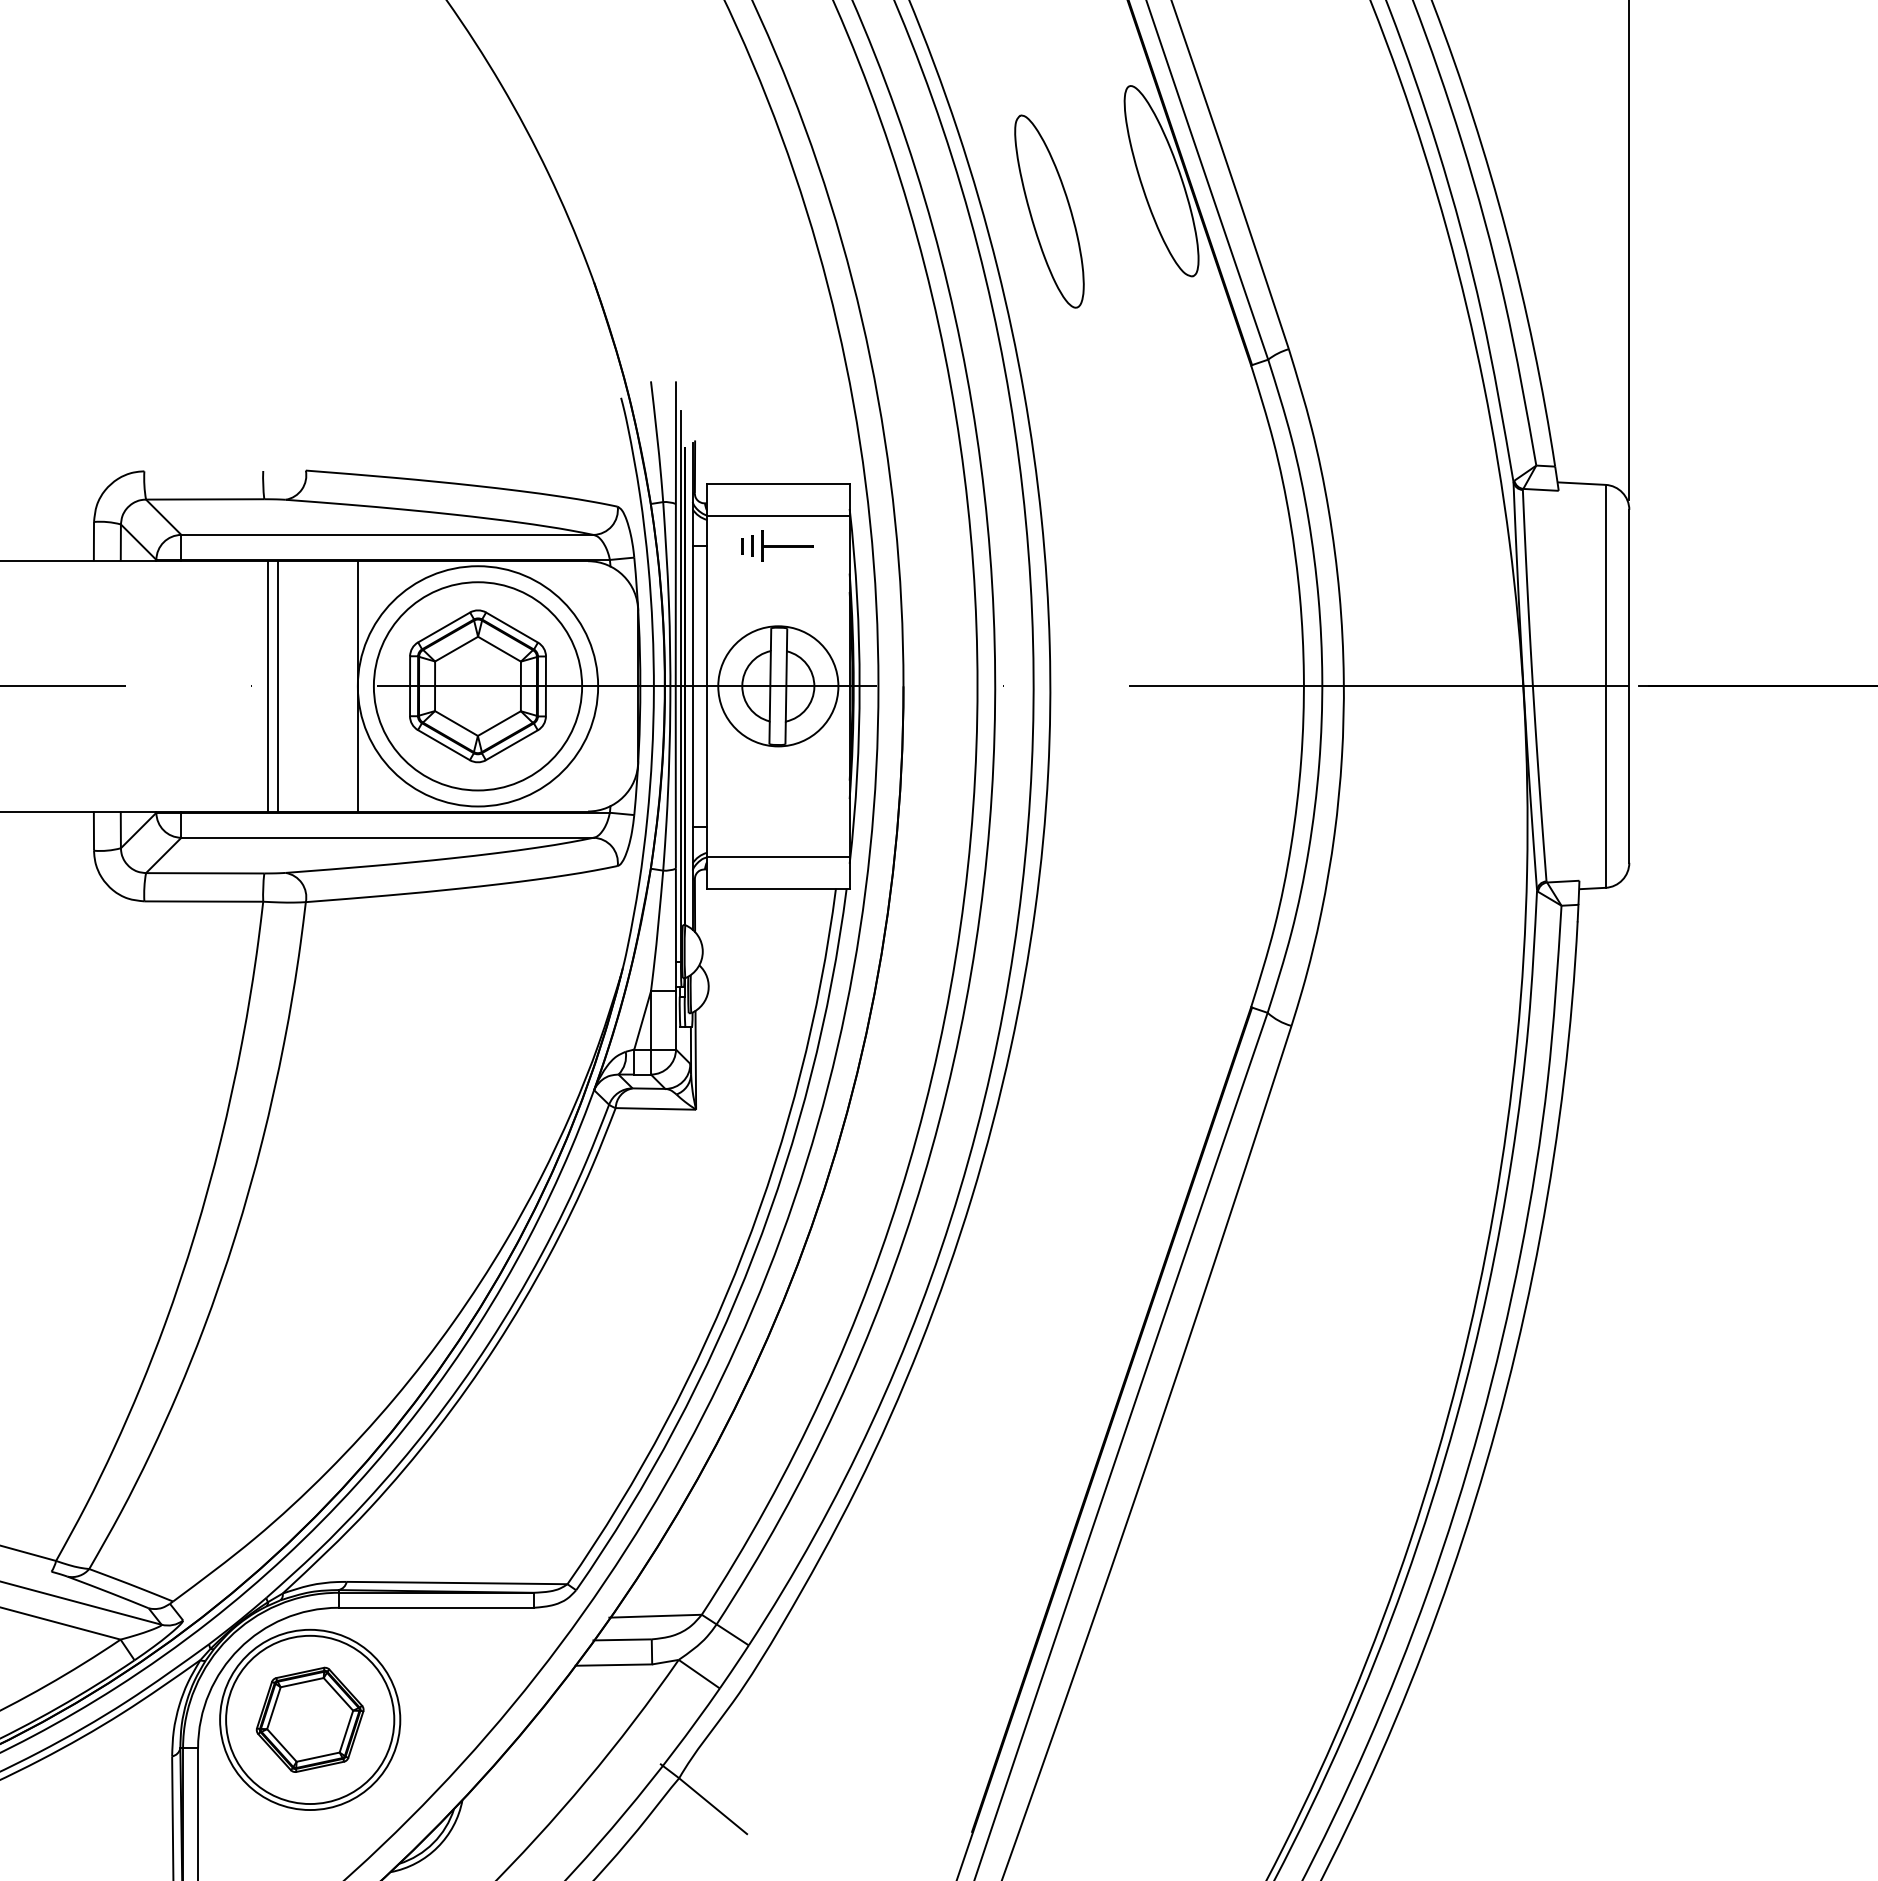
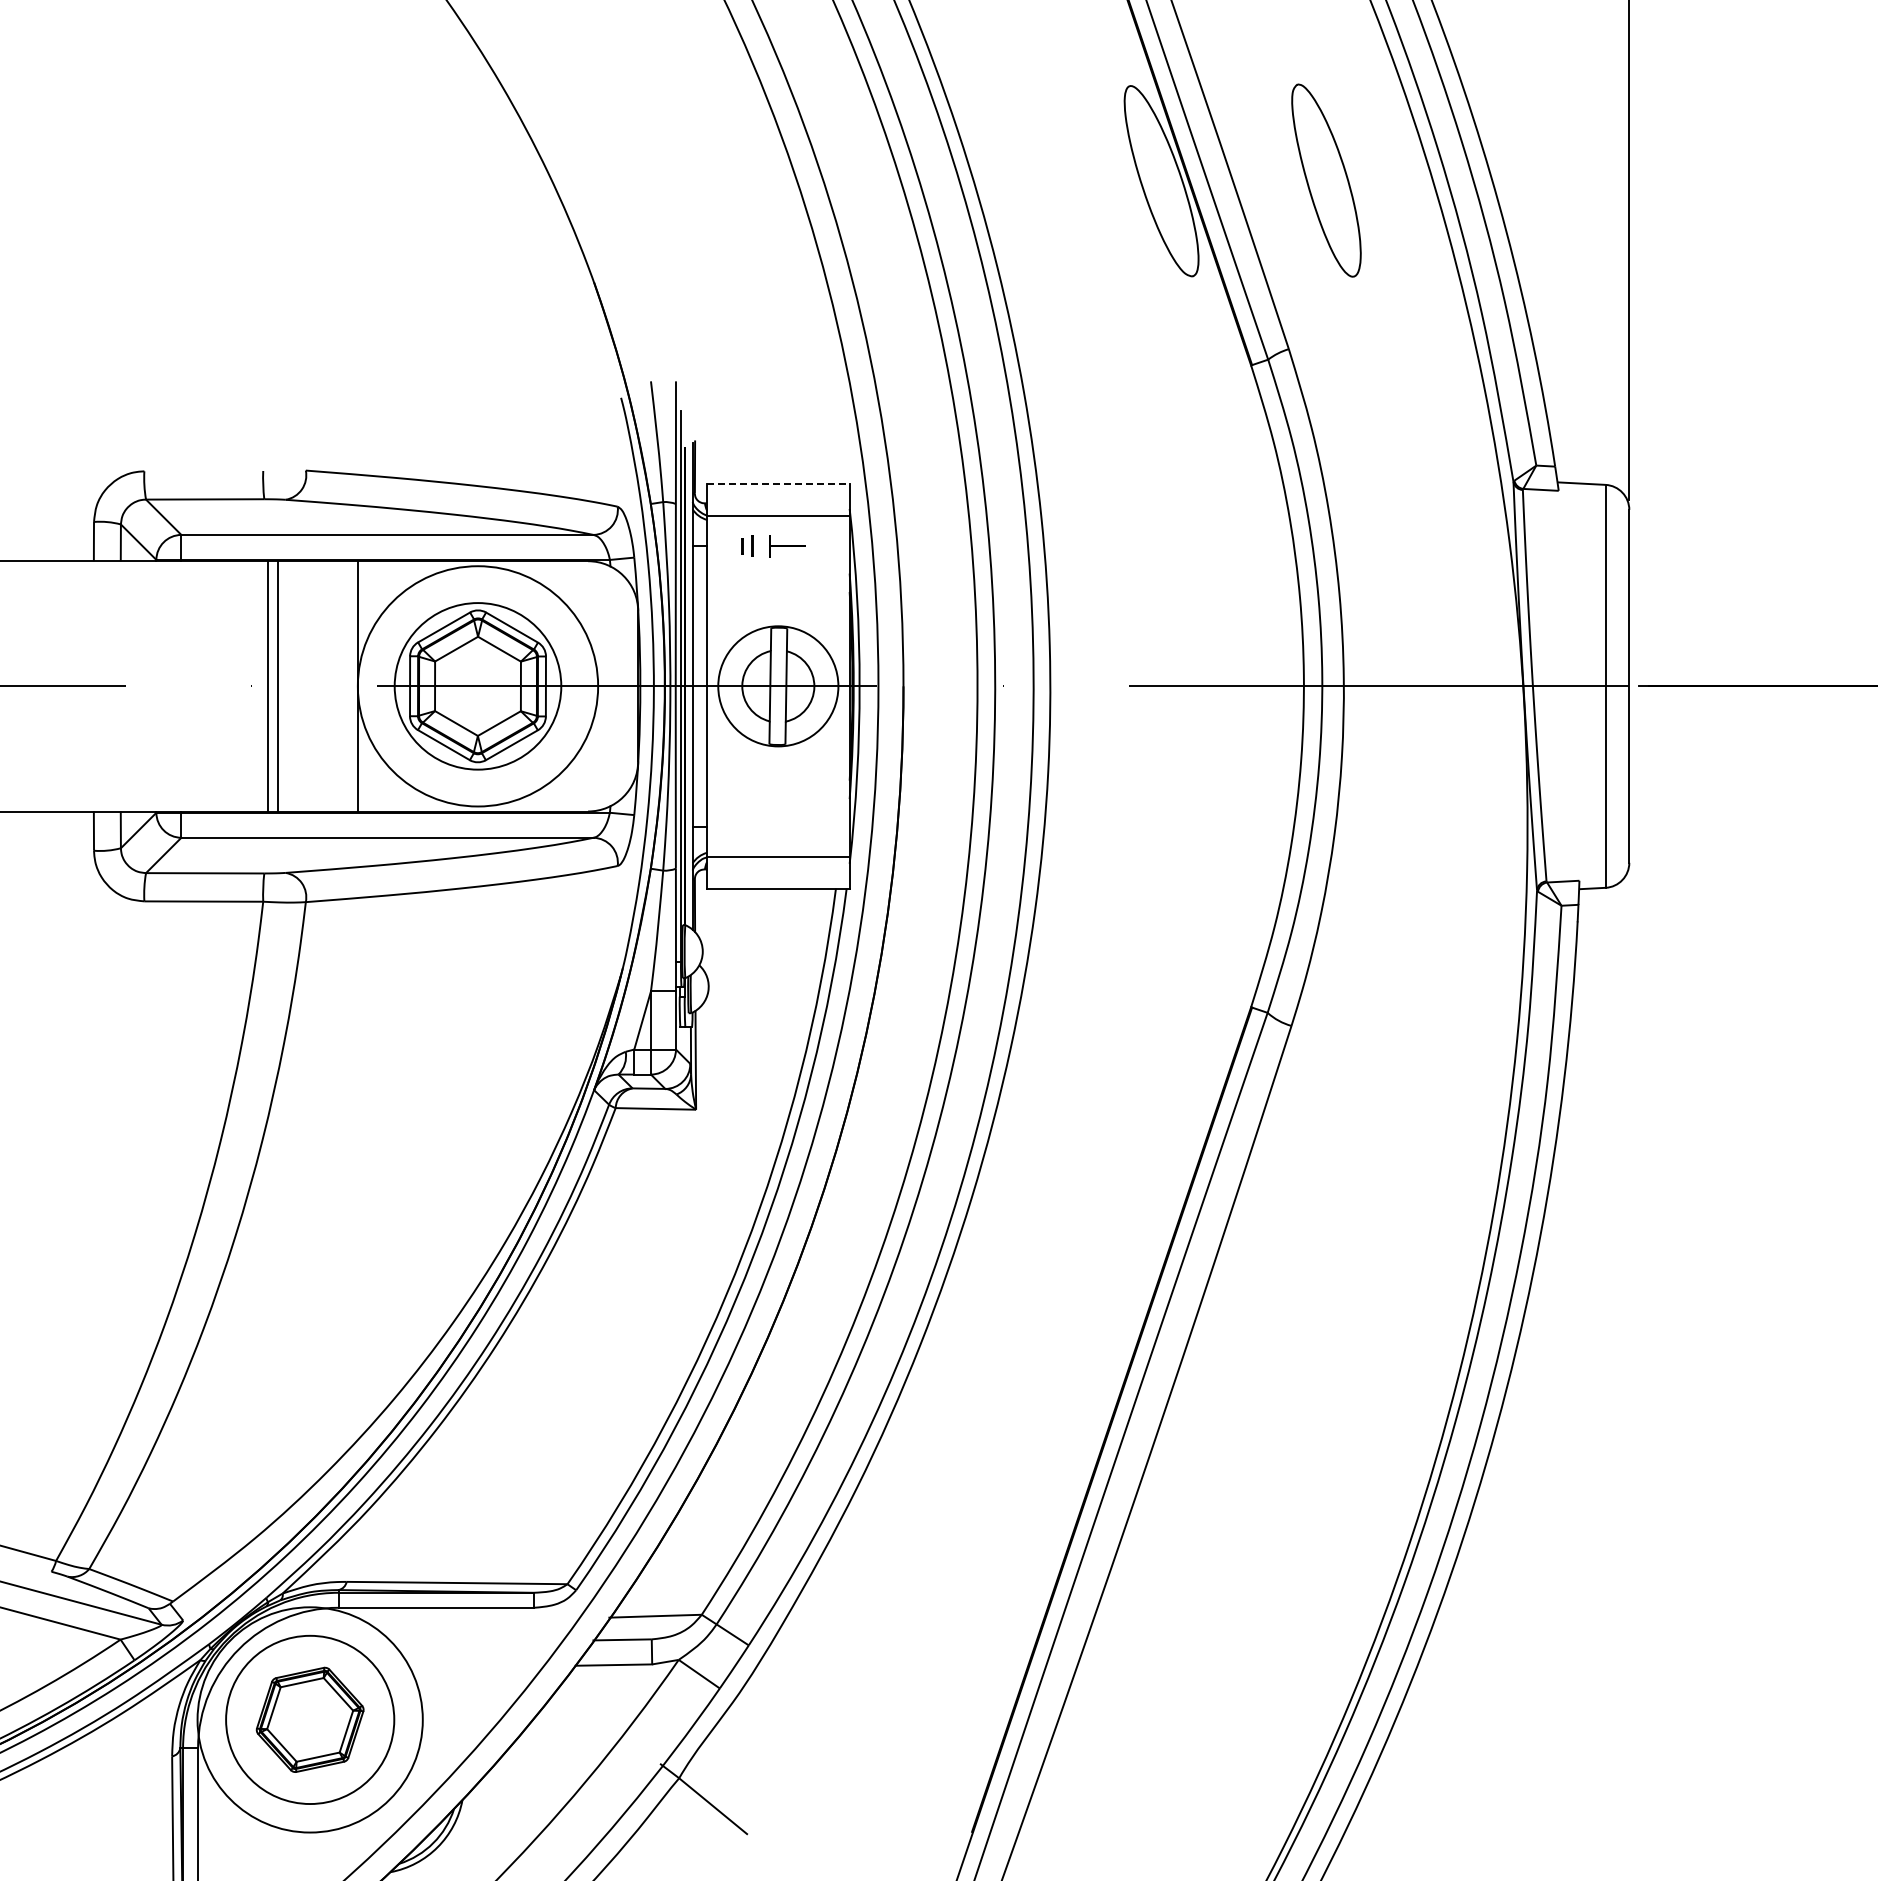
part at (1049, 211) position: (1049, 211) -> (1326, 180)
line at (778, 484): solid -> dashed
part at (787, 545) size: 53x32 px -> 37x23 px
circle at (477, 686) diameter: 208 px -> 167 px
circle at (310, 1719) diameter: 180 px -> 225 px
